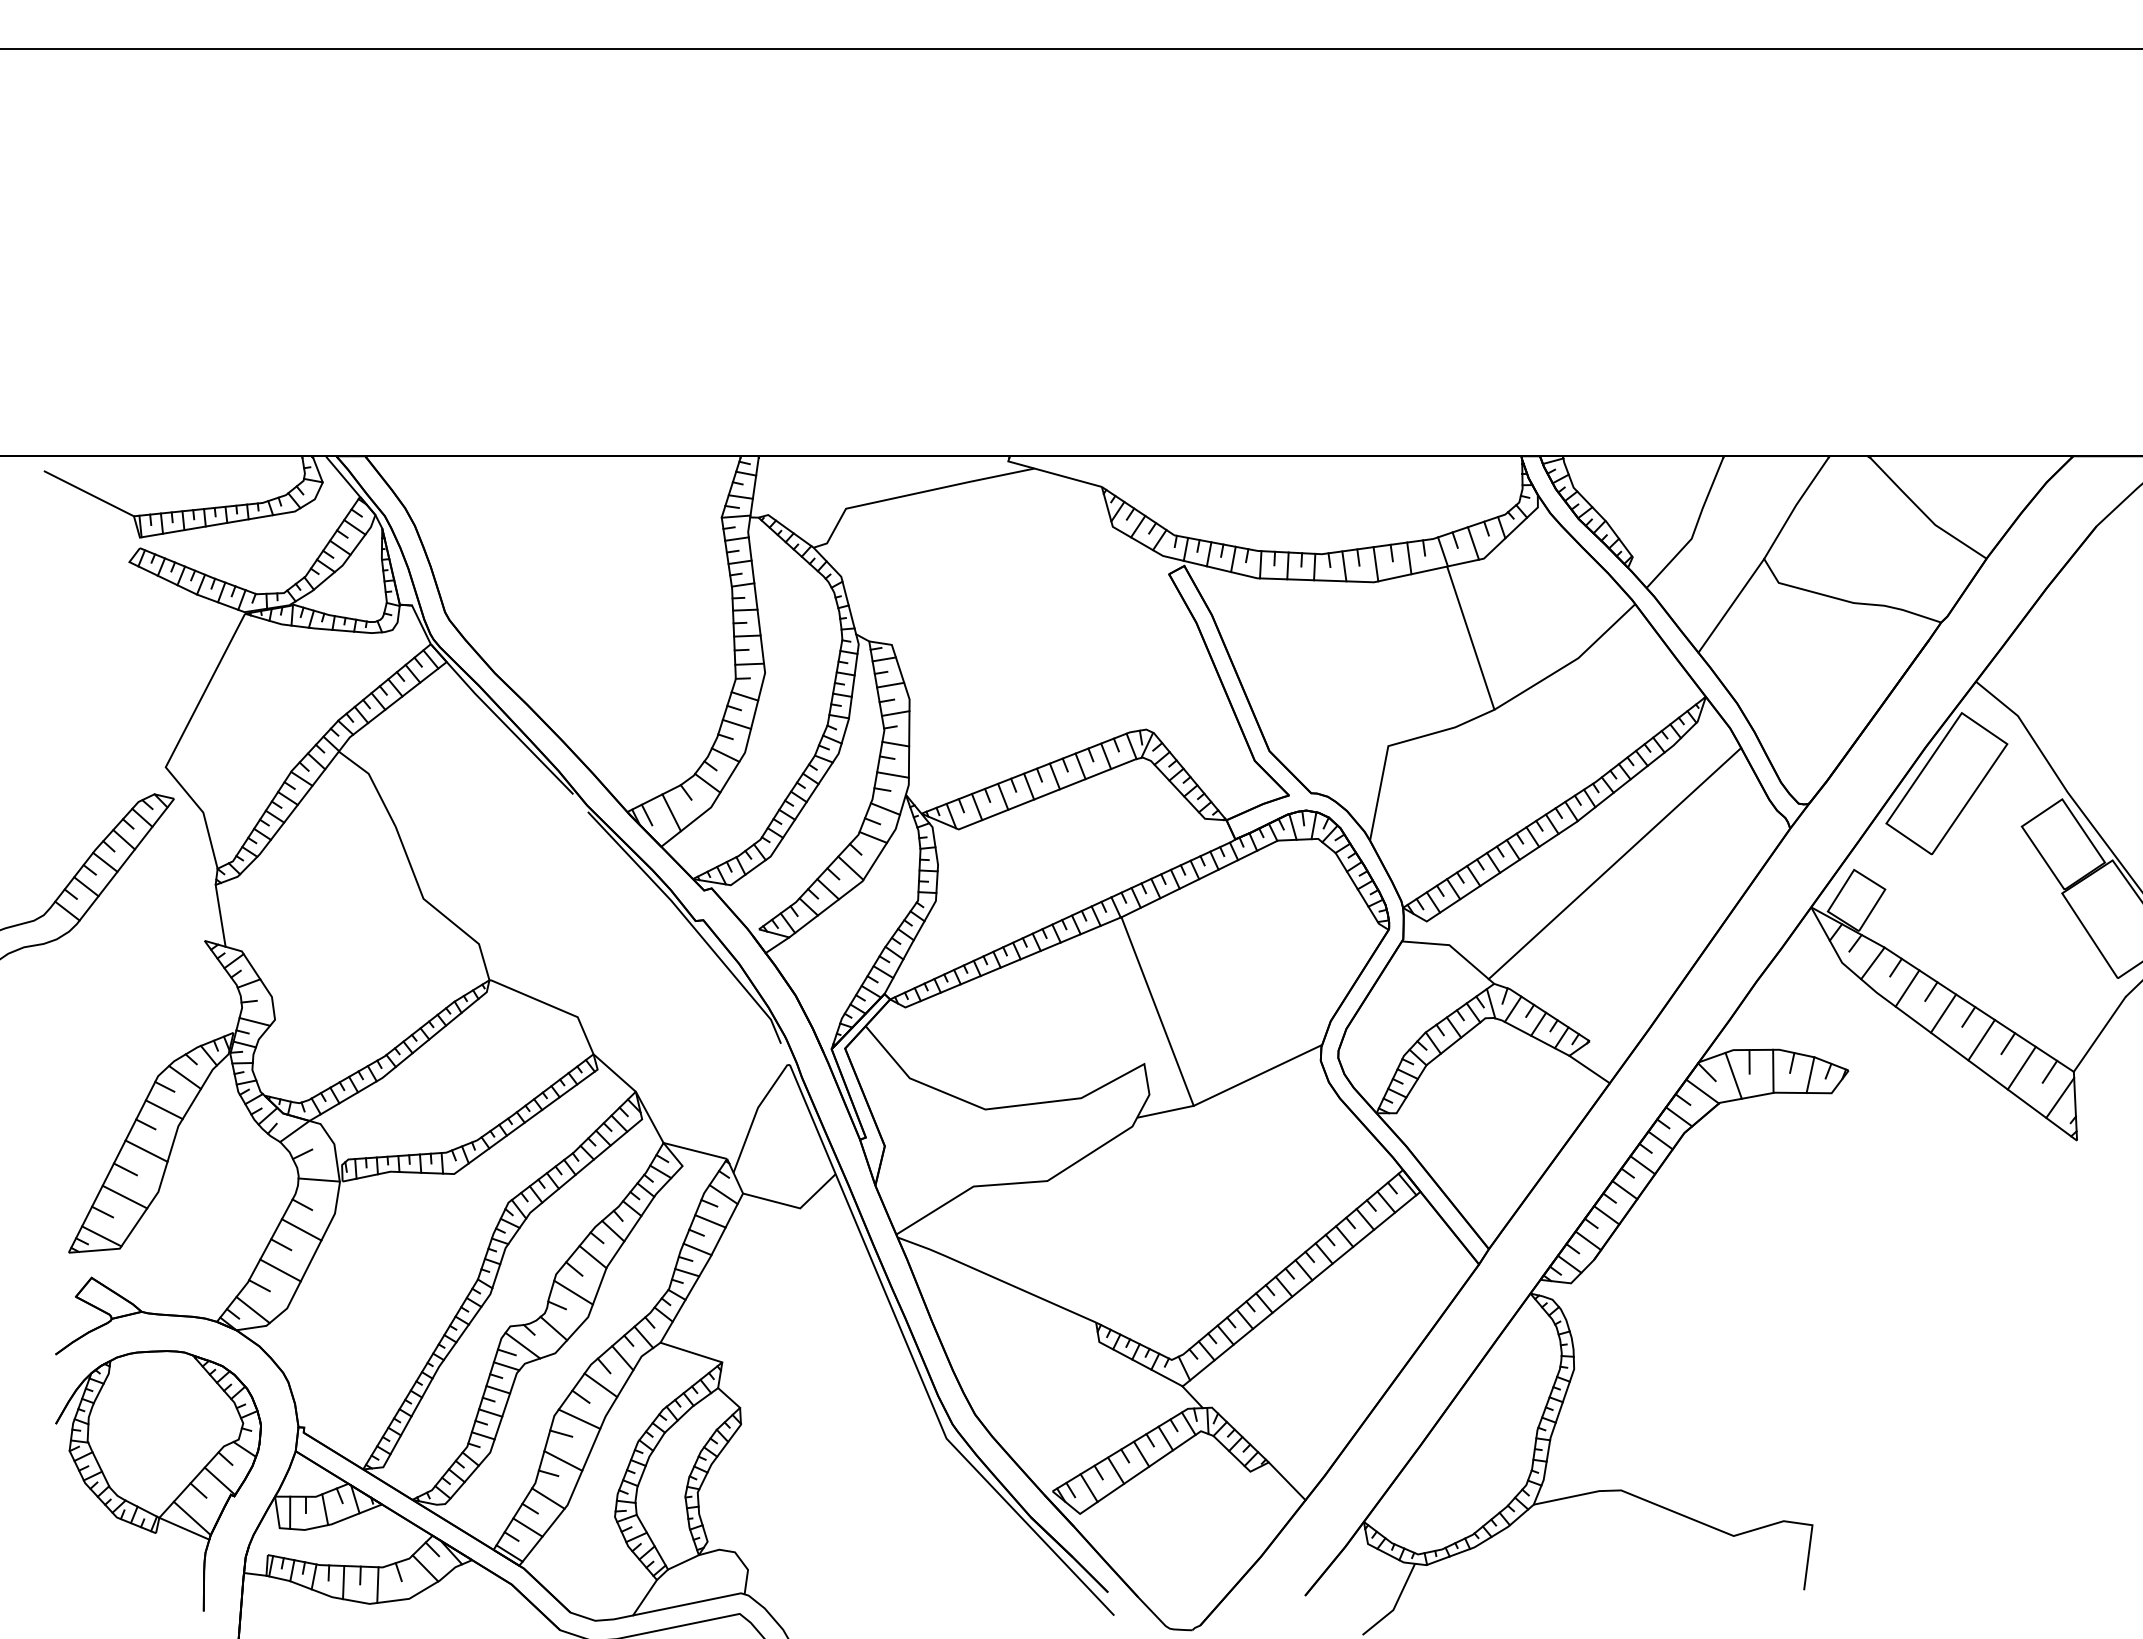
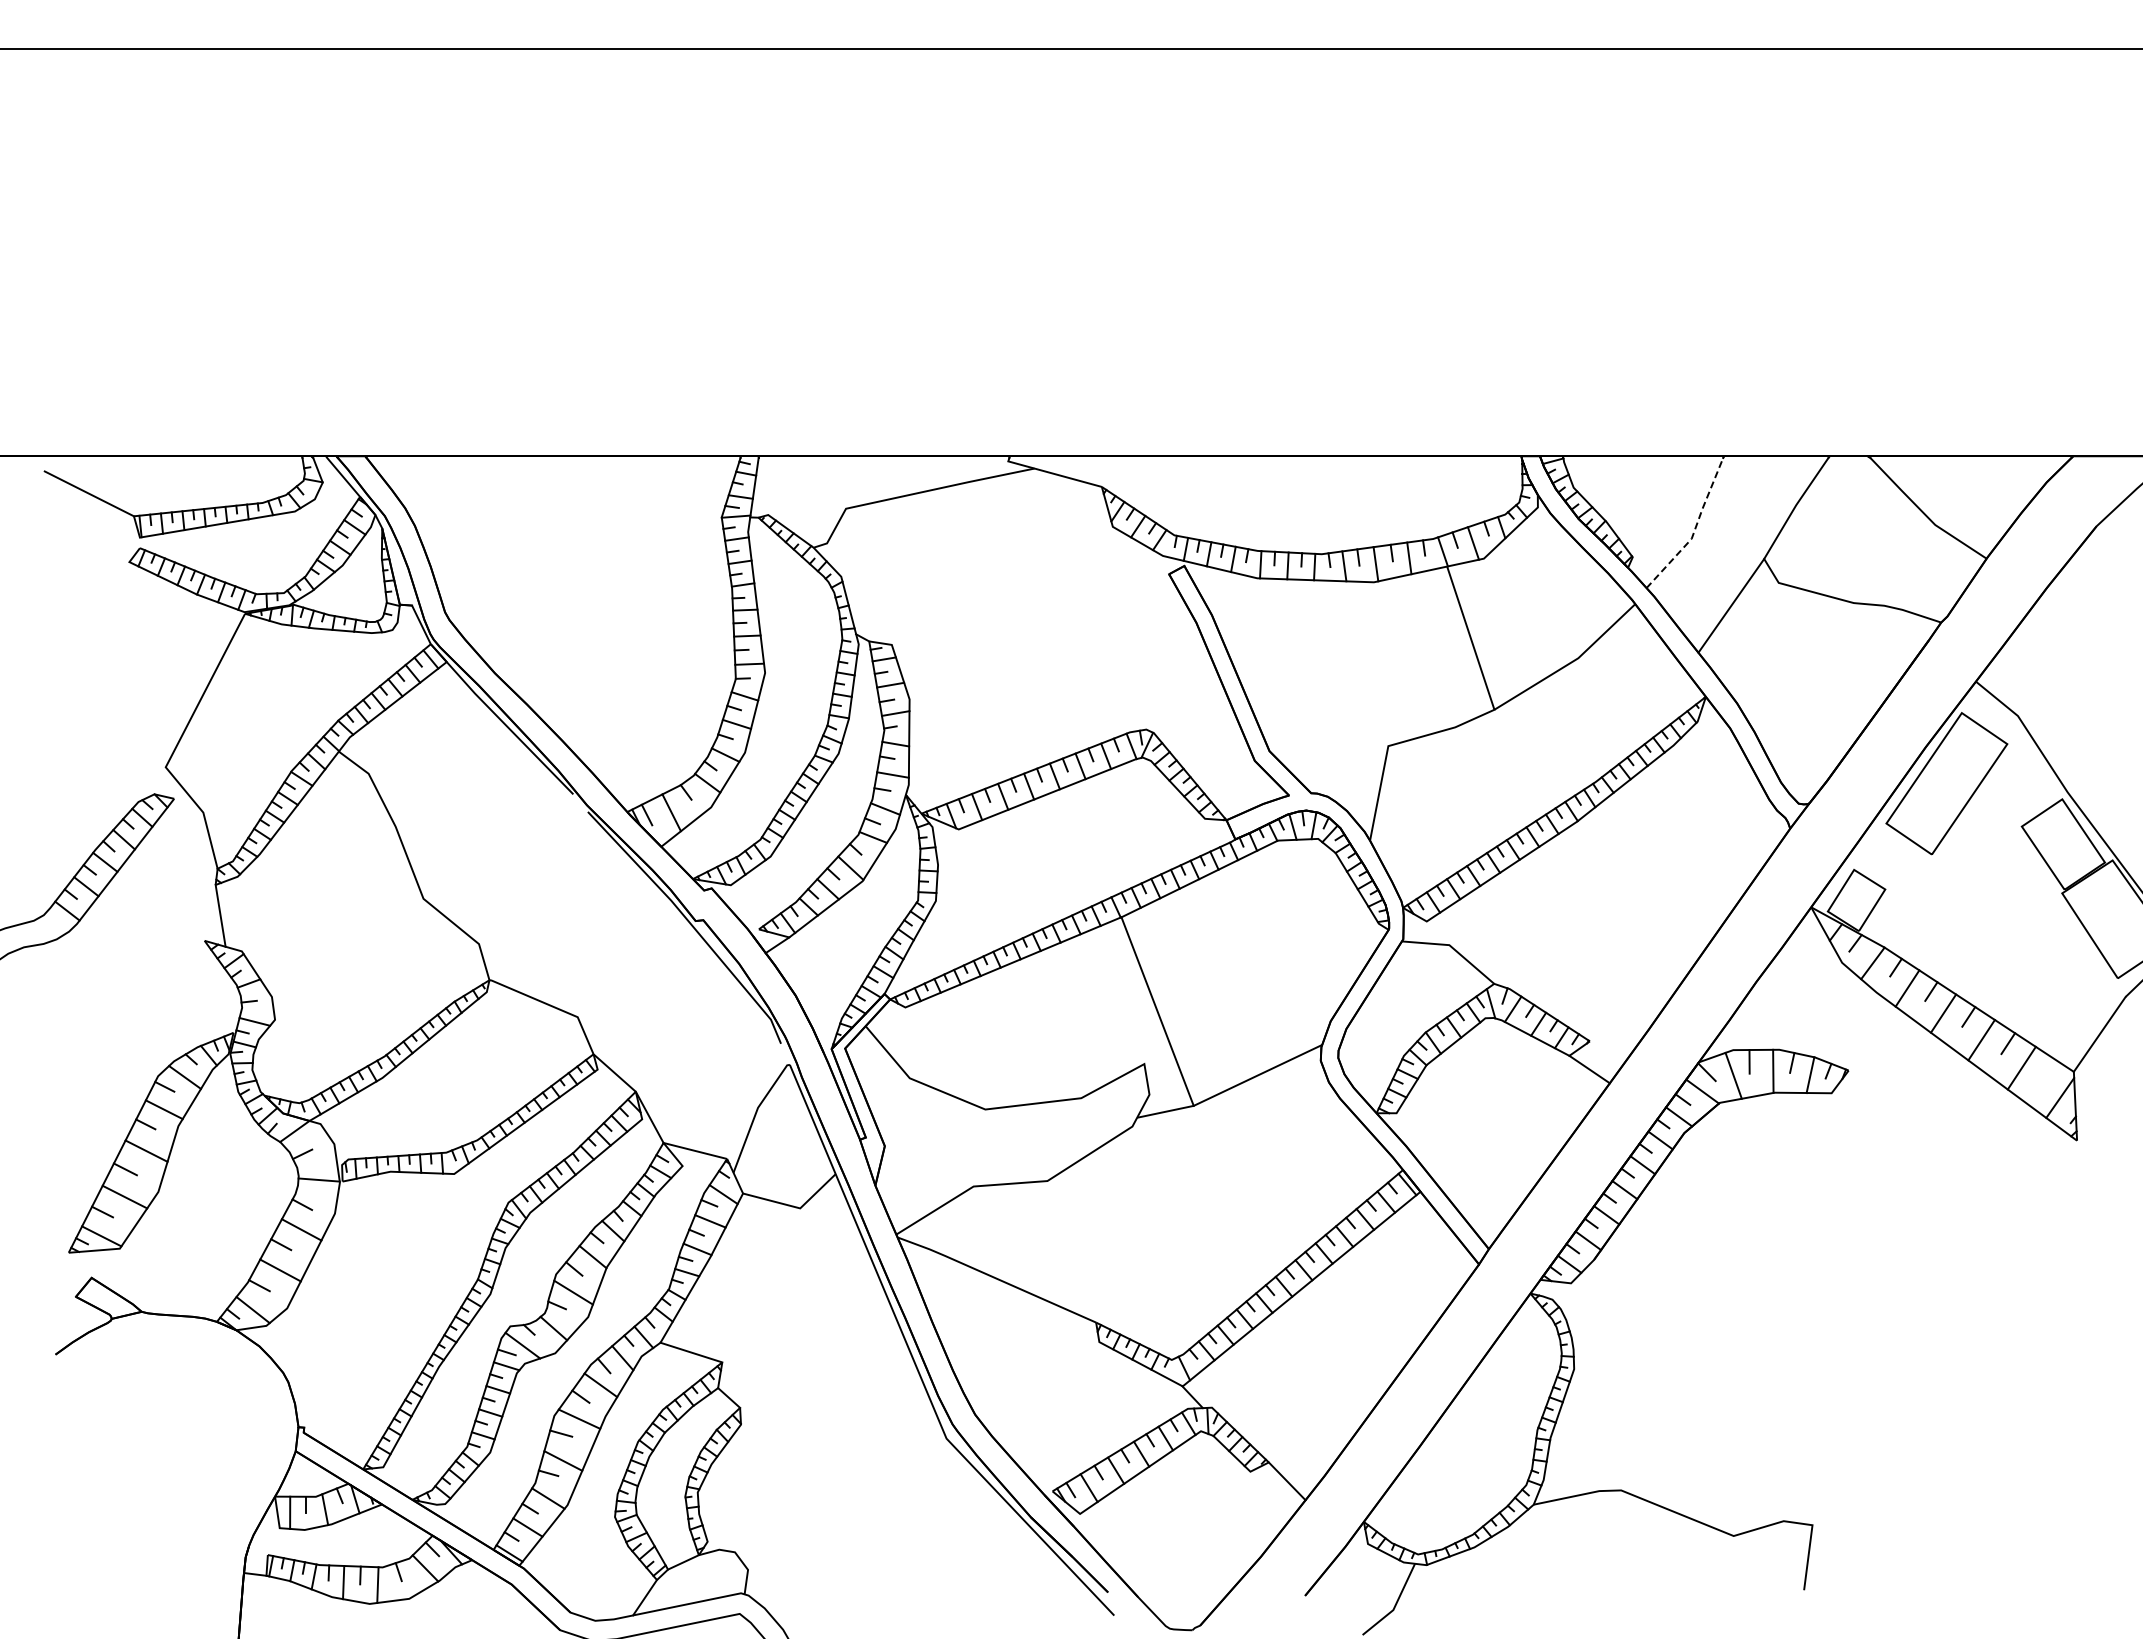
line at (1695, 528): solid -> dashed
line at (1614, 863): present -> none
line at (2049, 1071): present -> none
part at (158, 1480): present -> none
